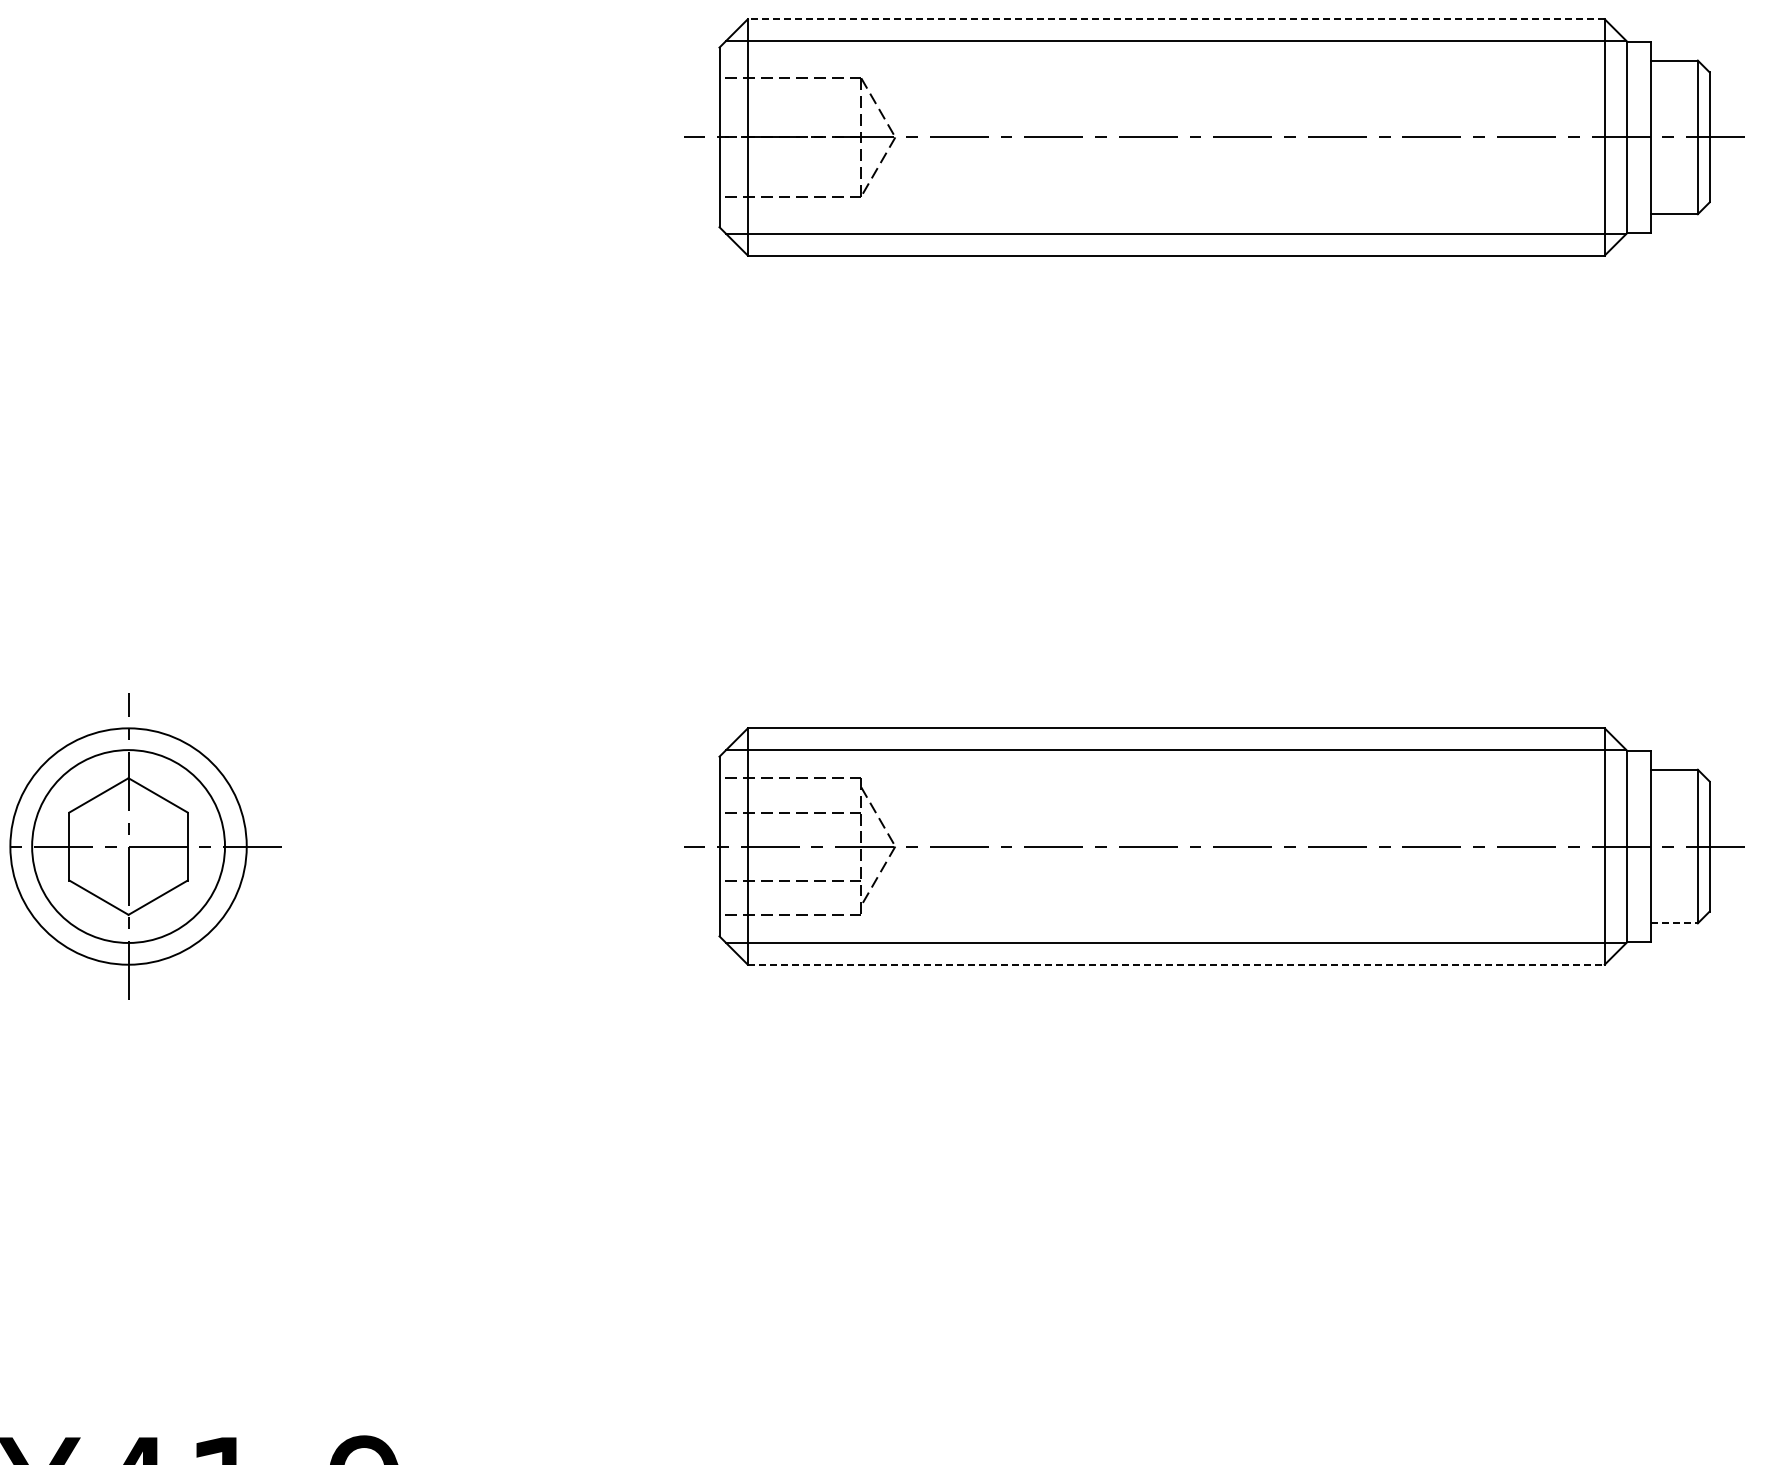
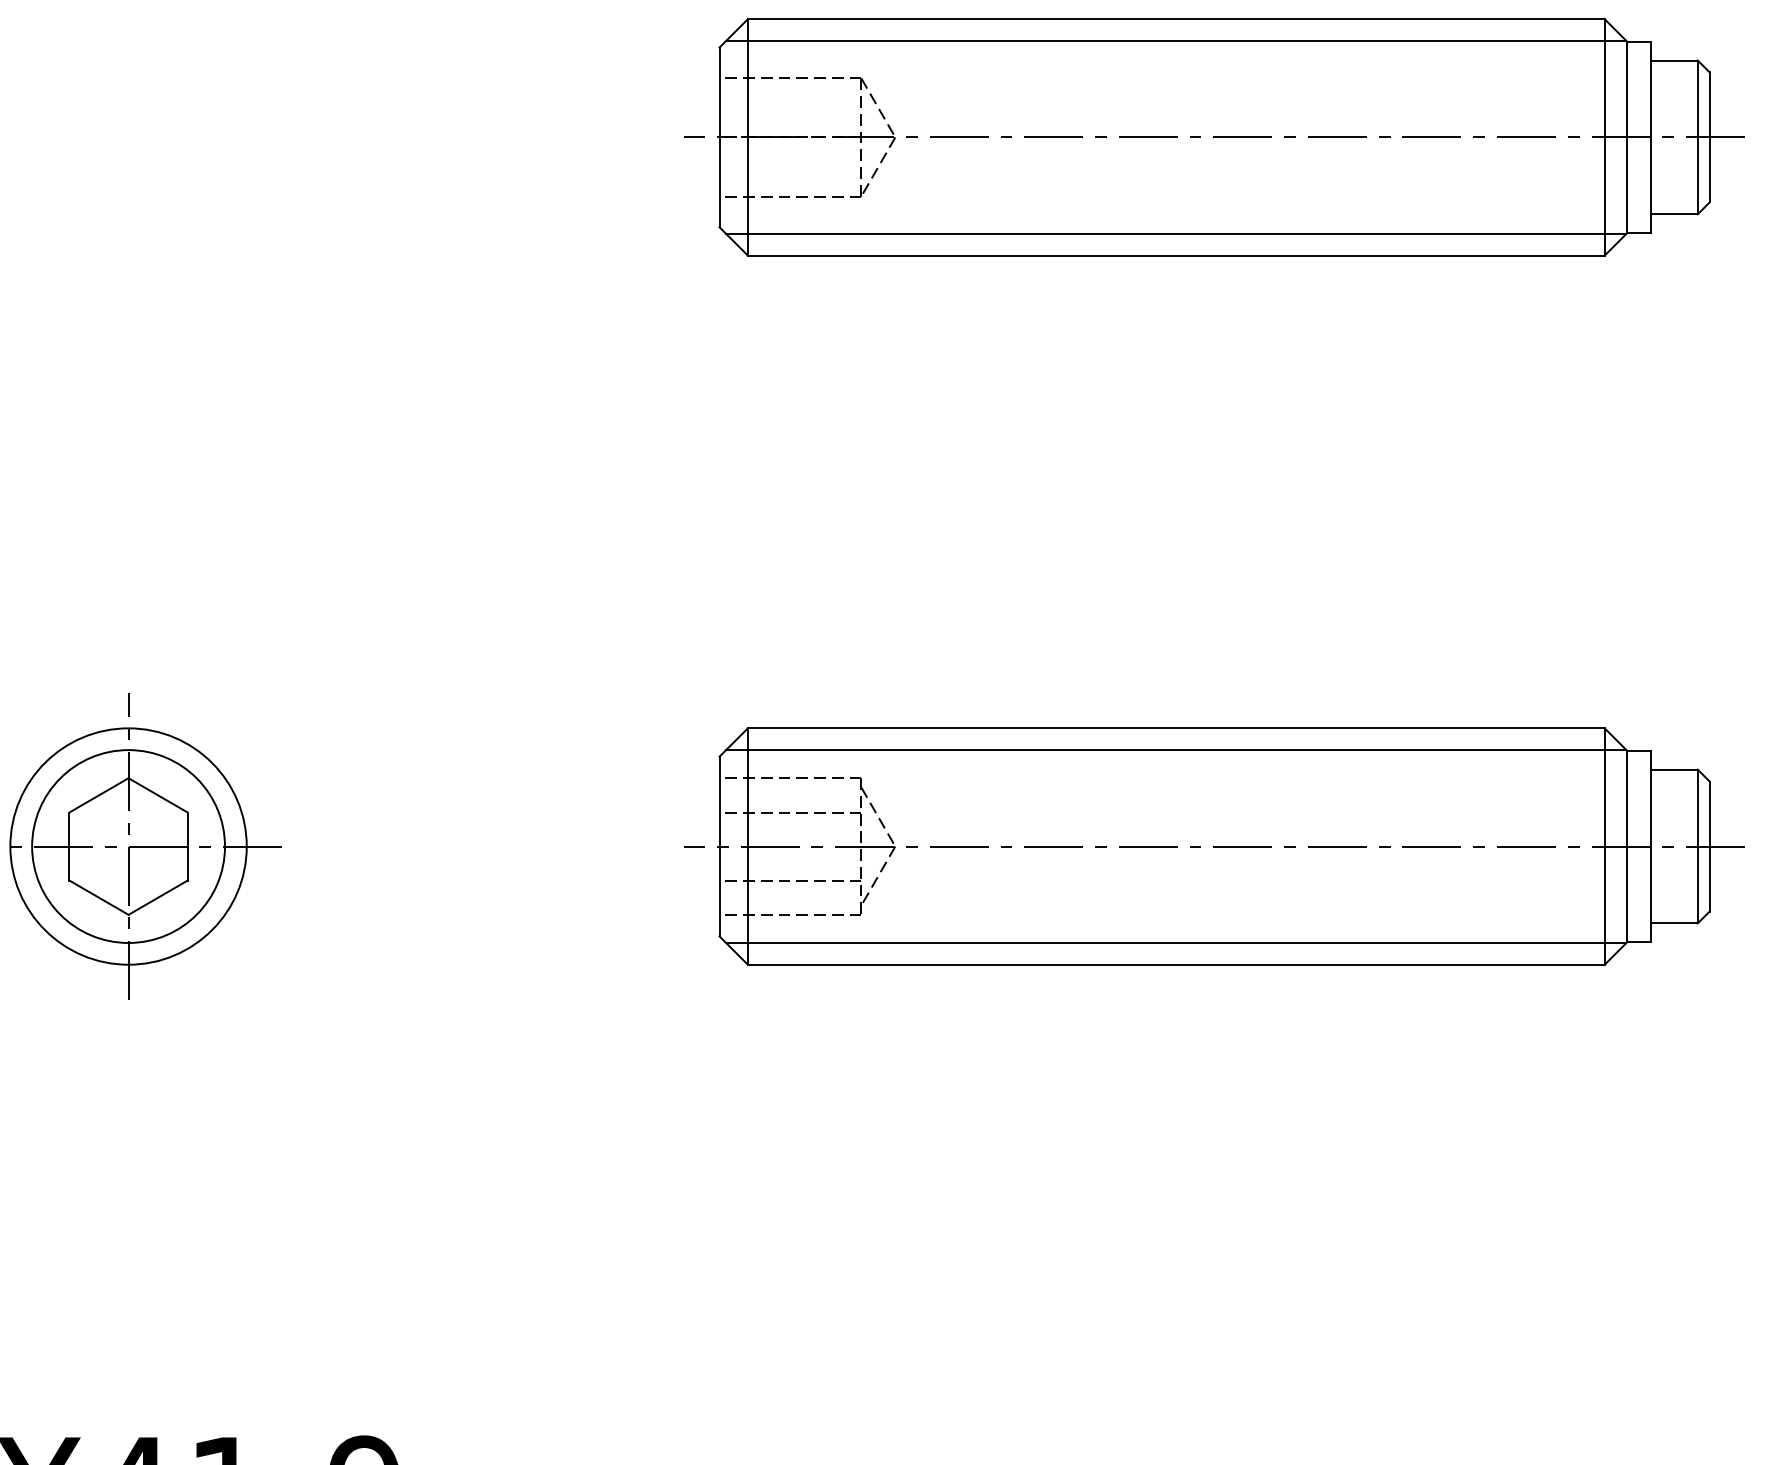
line at (1175, 19): dashed -> solid
line at (1674, 923): dashed -> solid
line at (1176, 964): dashed -> solid
